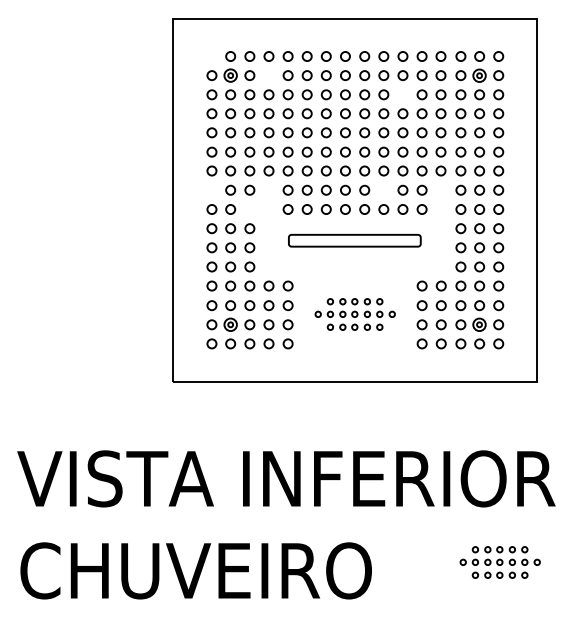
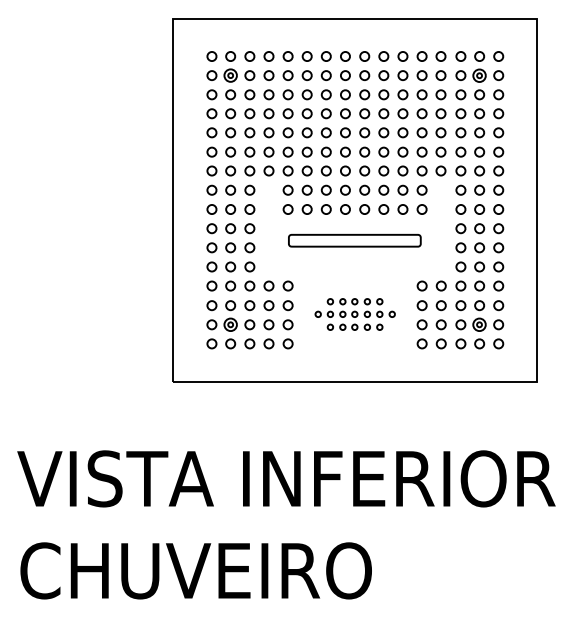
circle at (211, 56): none -> present
circle at (268, 75): none -> present
circle at (402, 94): none -> present
circle at (211, 189): none -> present
circle at (383, 189): none -> present
circle at (249, 209): none -> present
part at (499, 562): present -> none
